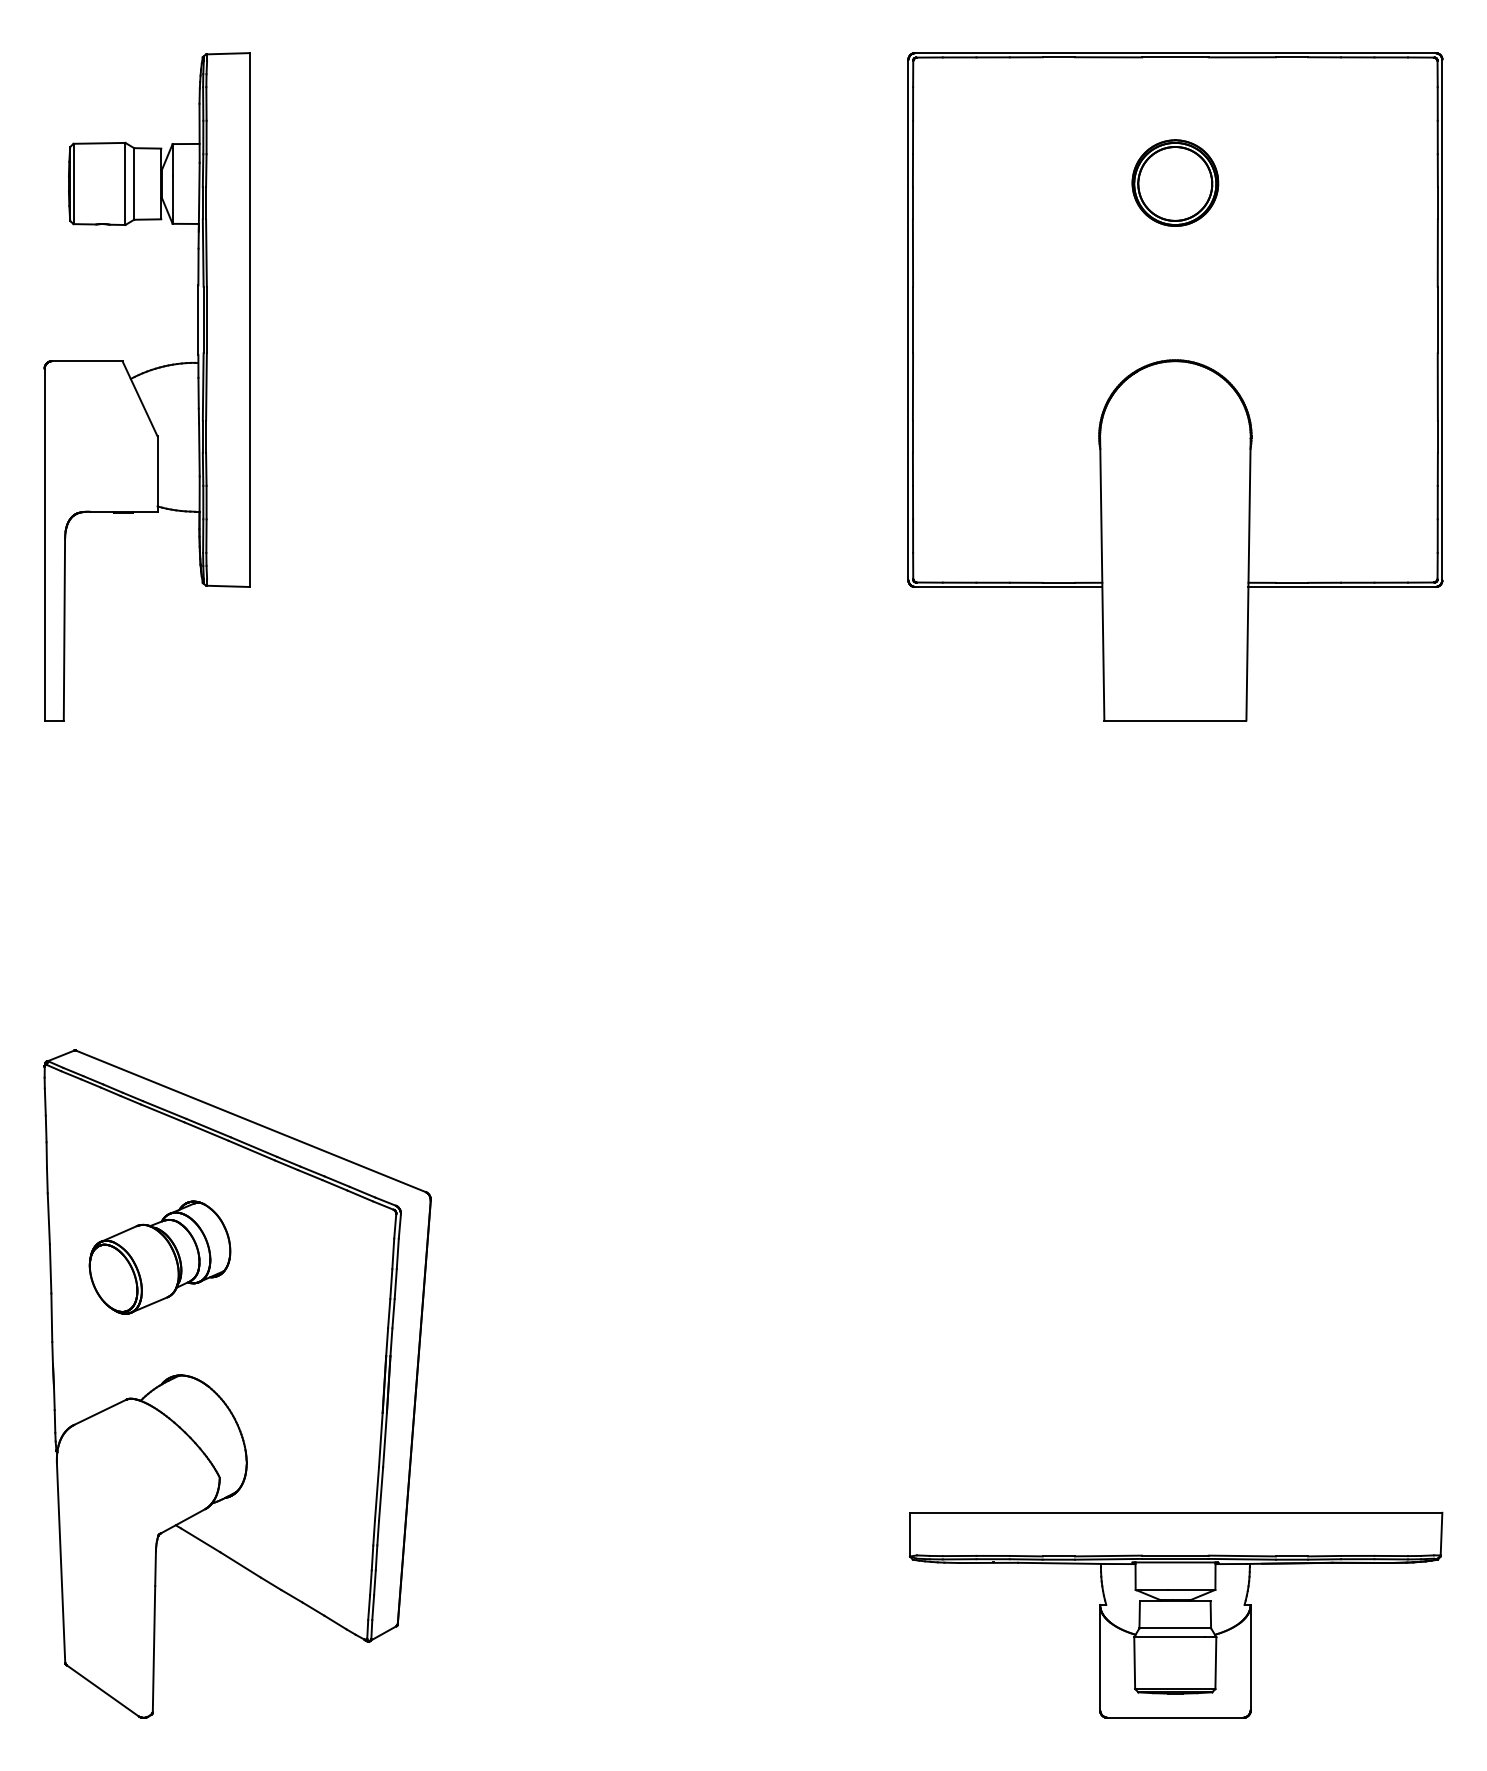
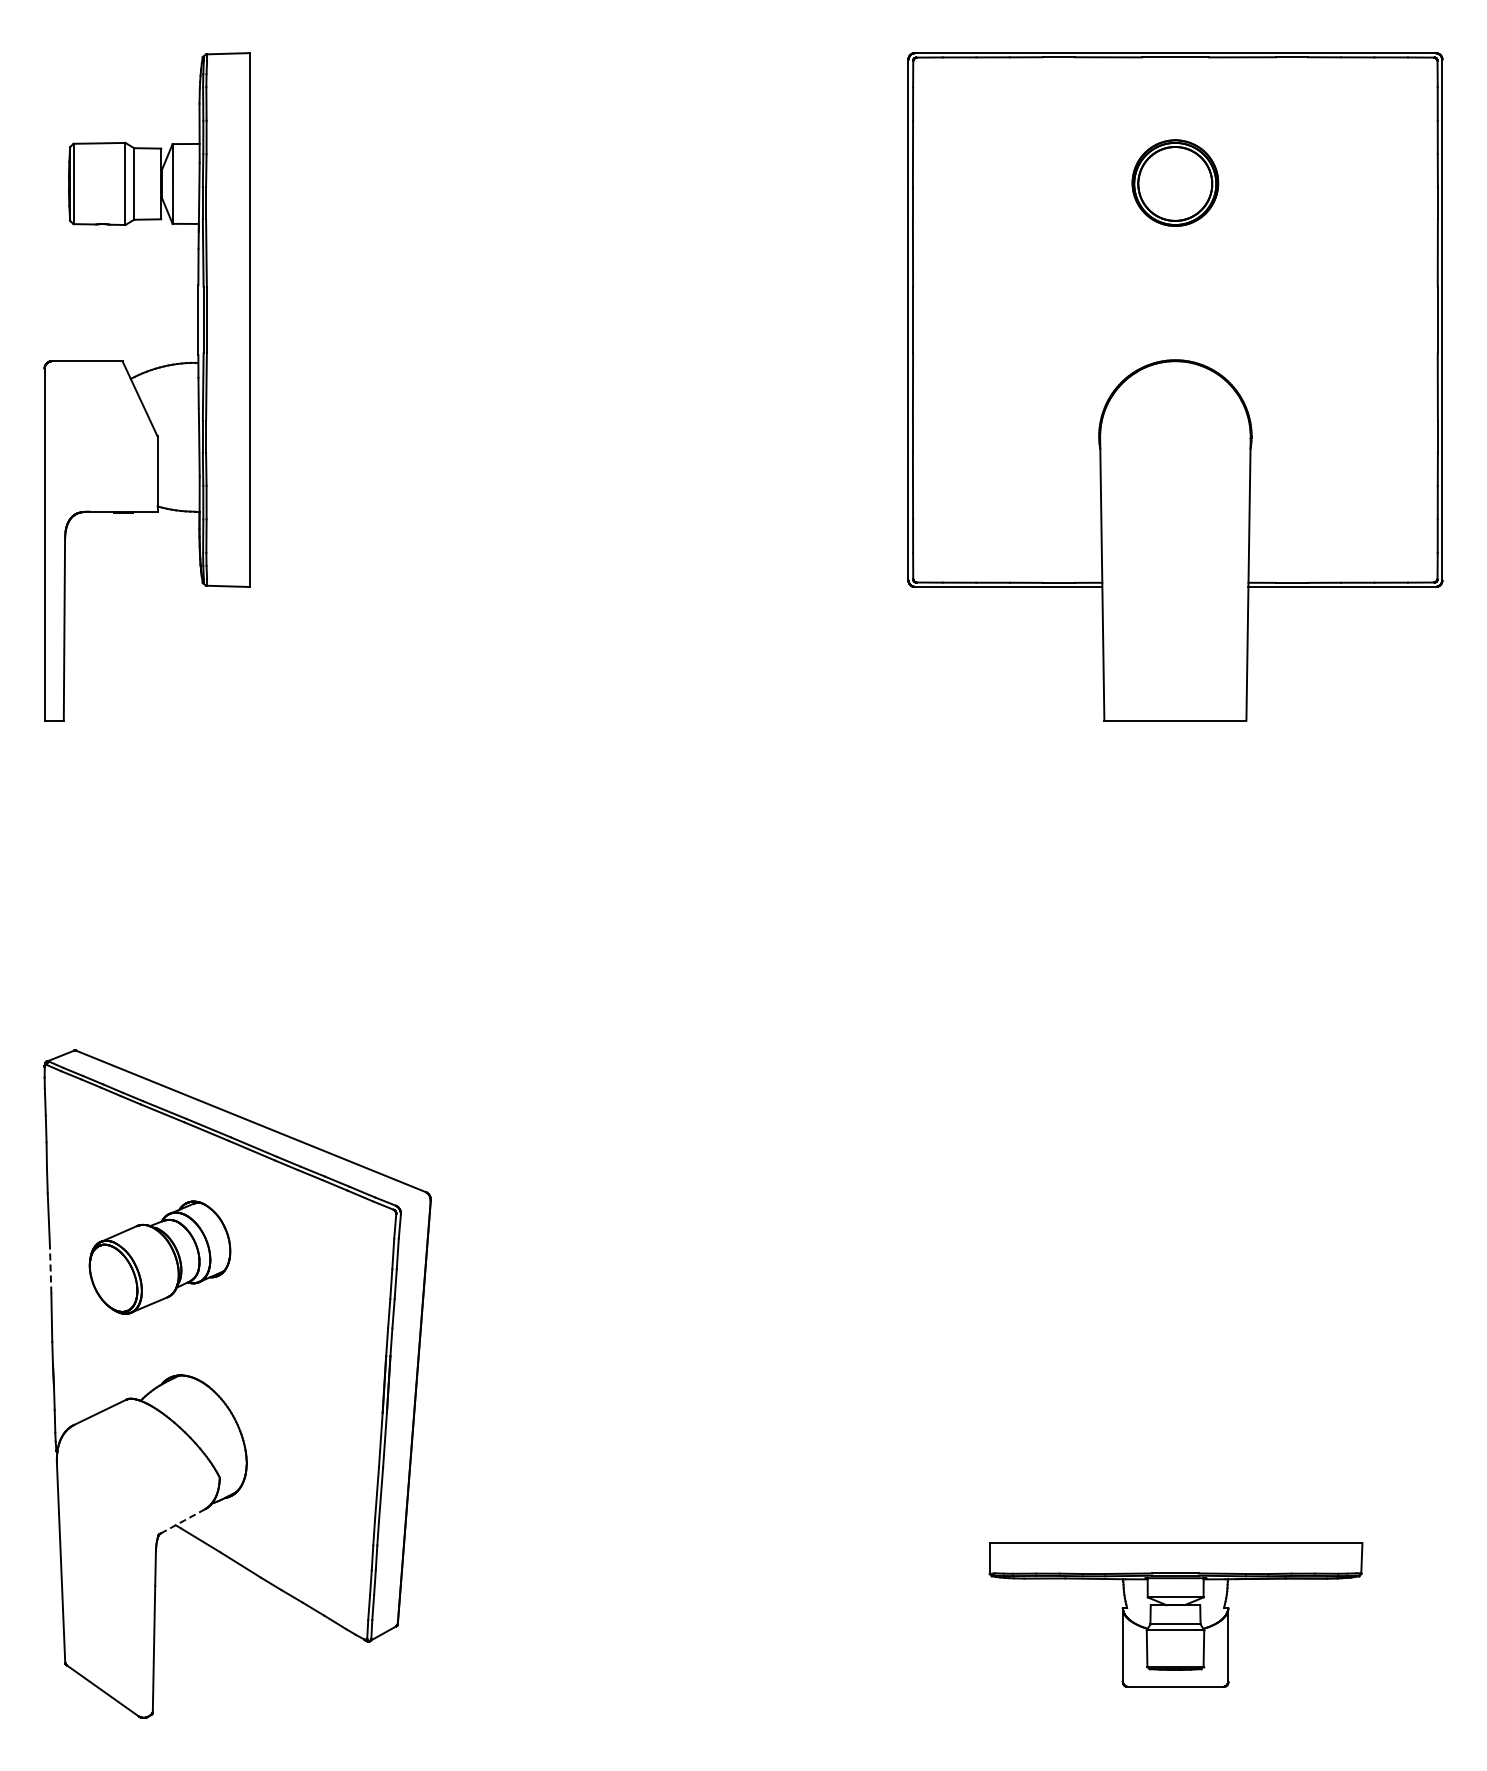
line at (50, 1268): solid -> dashed
line at (182, 1521): solid -> dashed
part at (1175, 1614) size: 536x208 px -> 376x146 px
